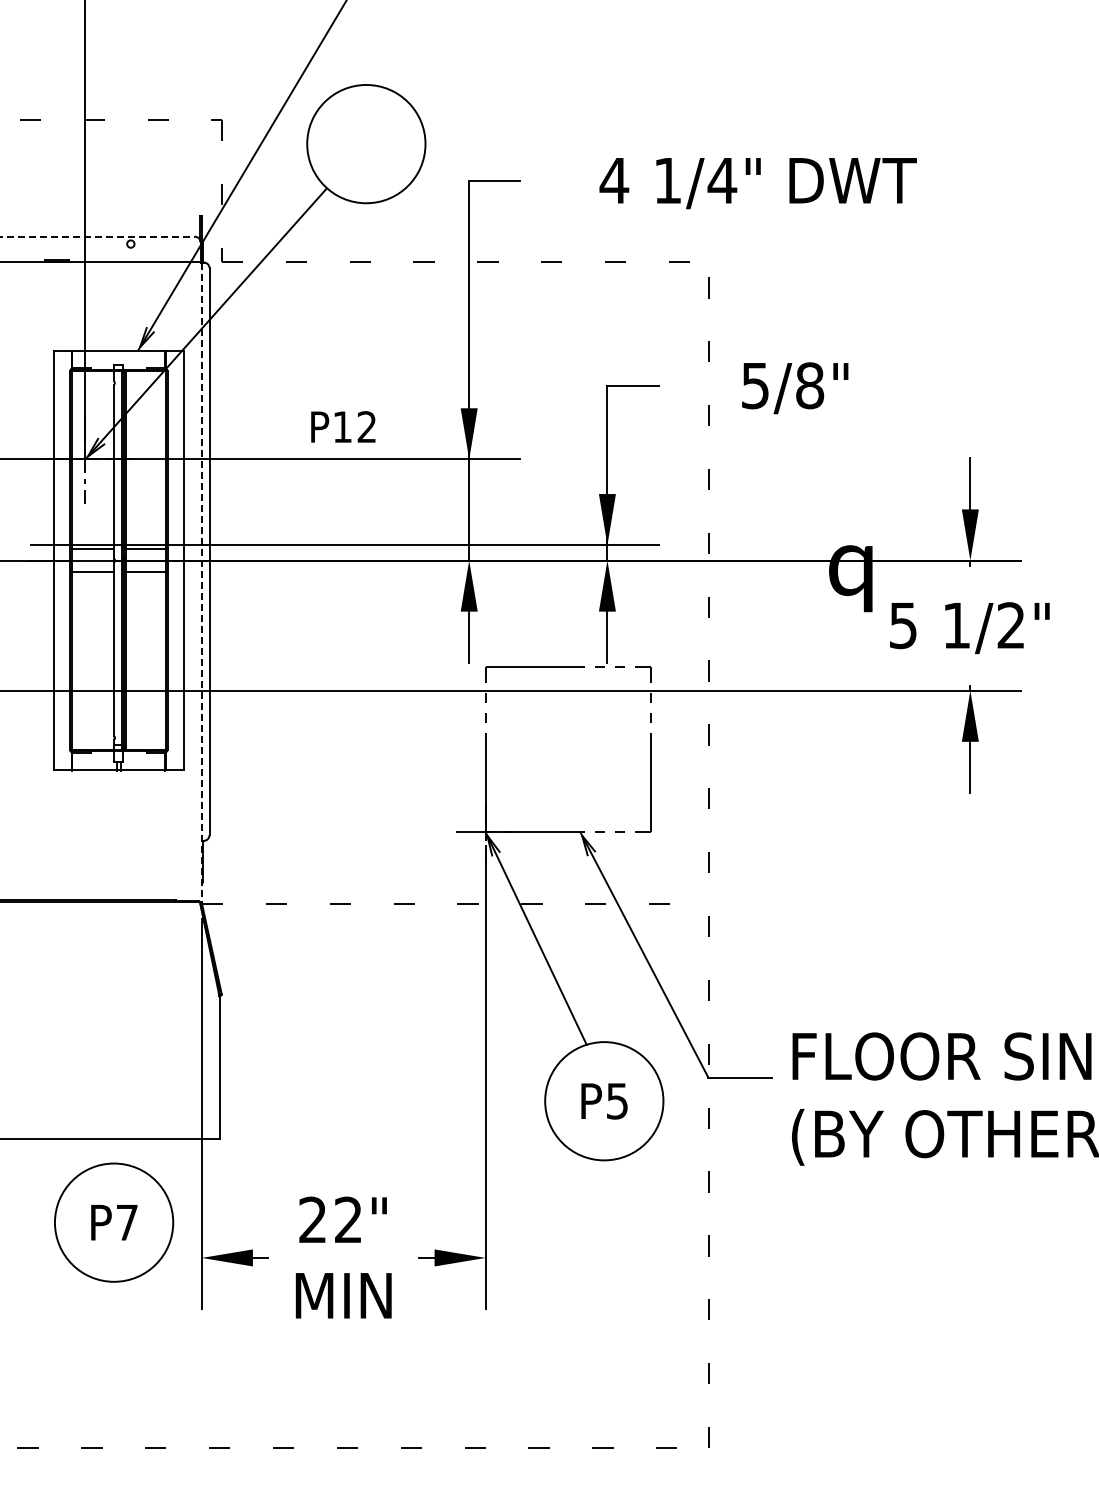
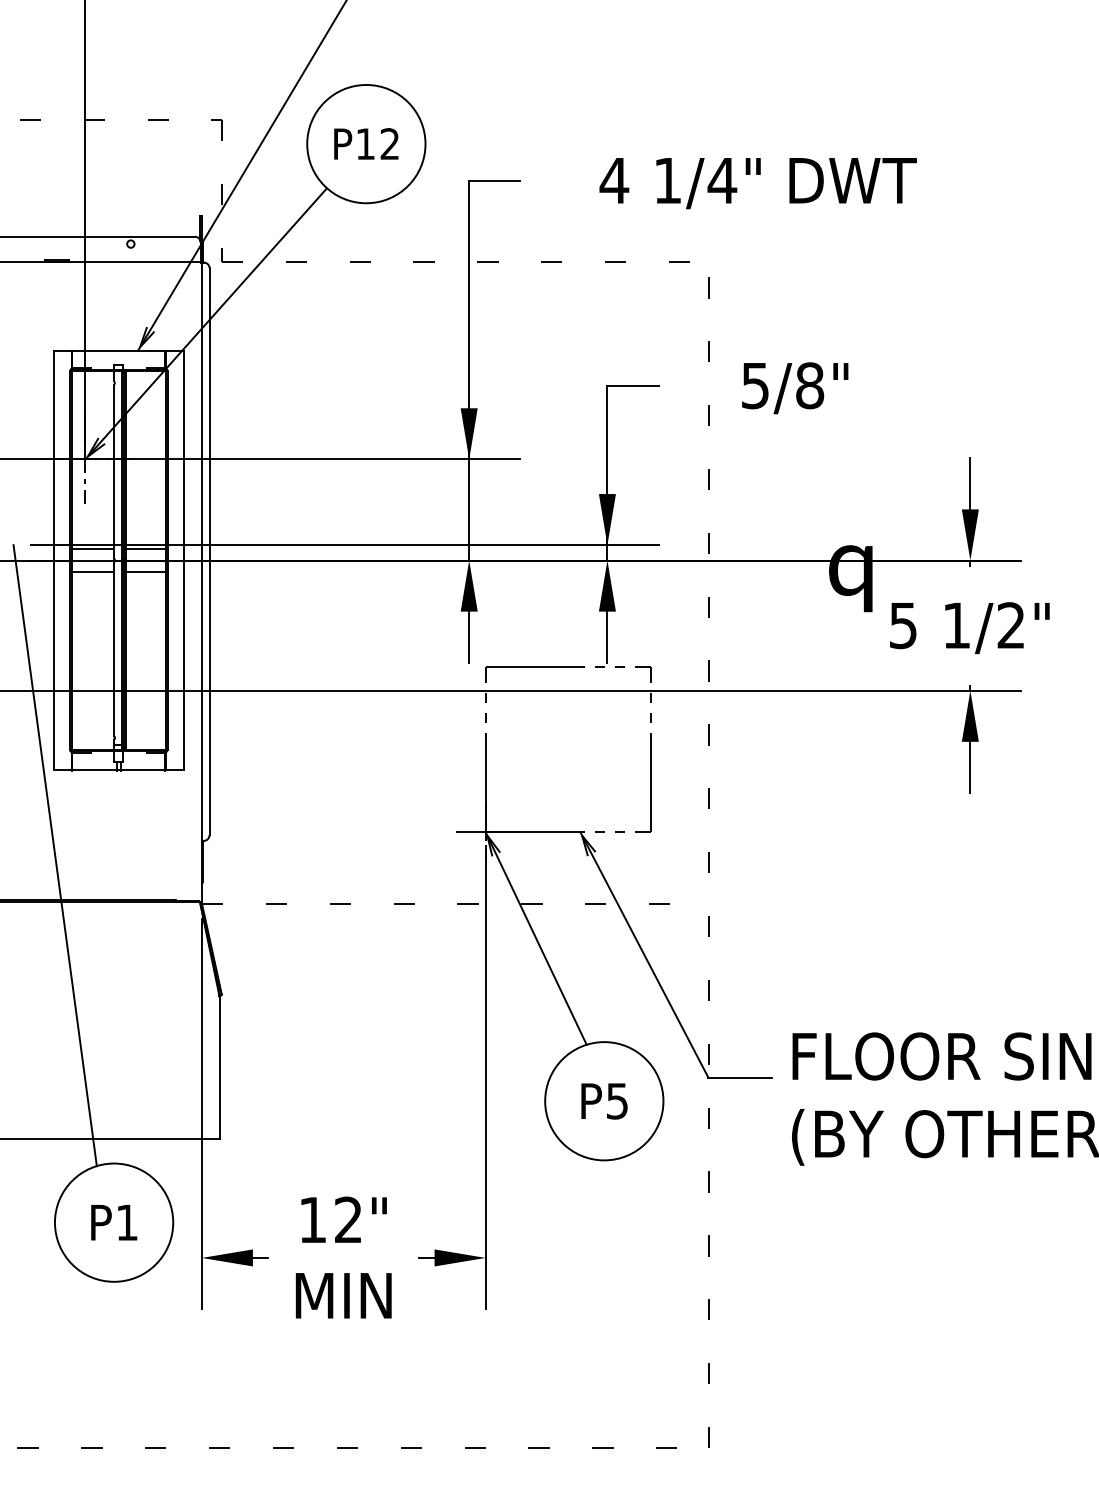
line at (97, 236): dashed -> solid
text at (343, 426) position: (343, 426) -> (366, 143)
line at (201, 583): dashed -> solid
line at (54, 855): none -> present
text at (312, 1219): 22" -> 12"
text at (127, 1222): P7 -> P1
